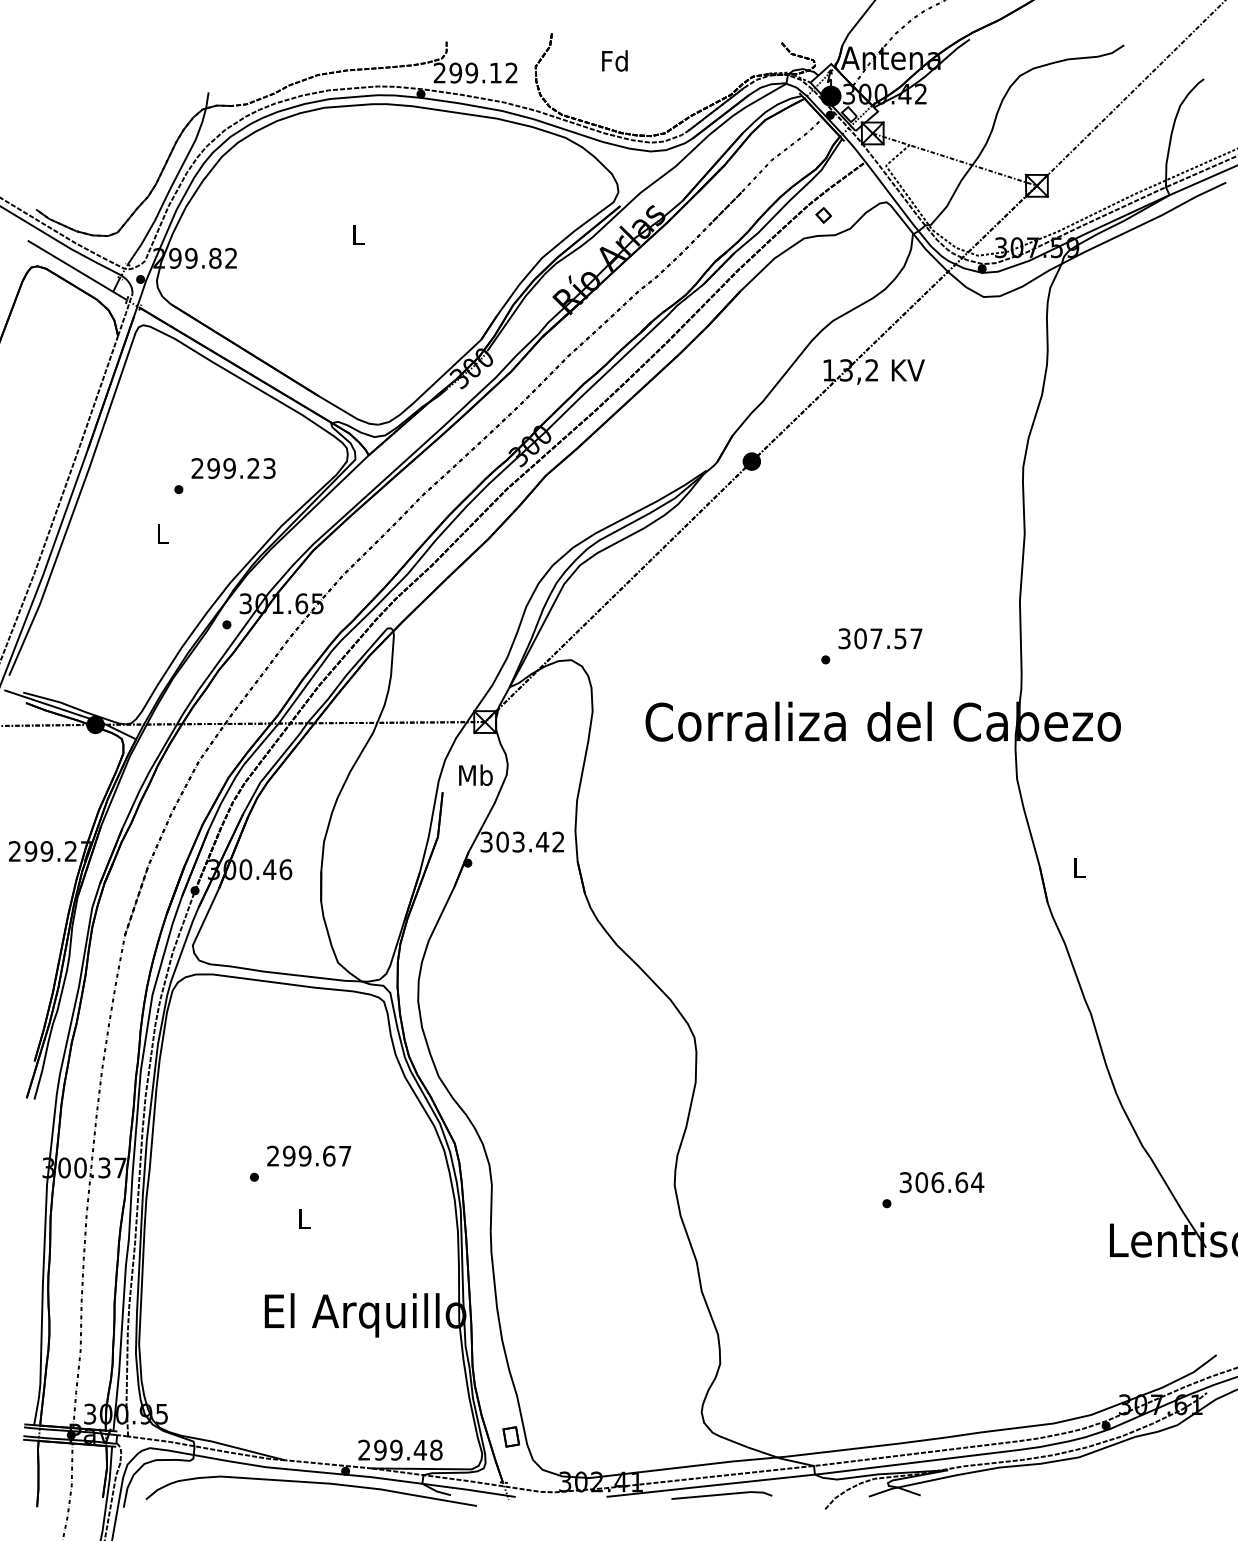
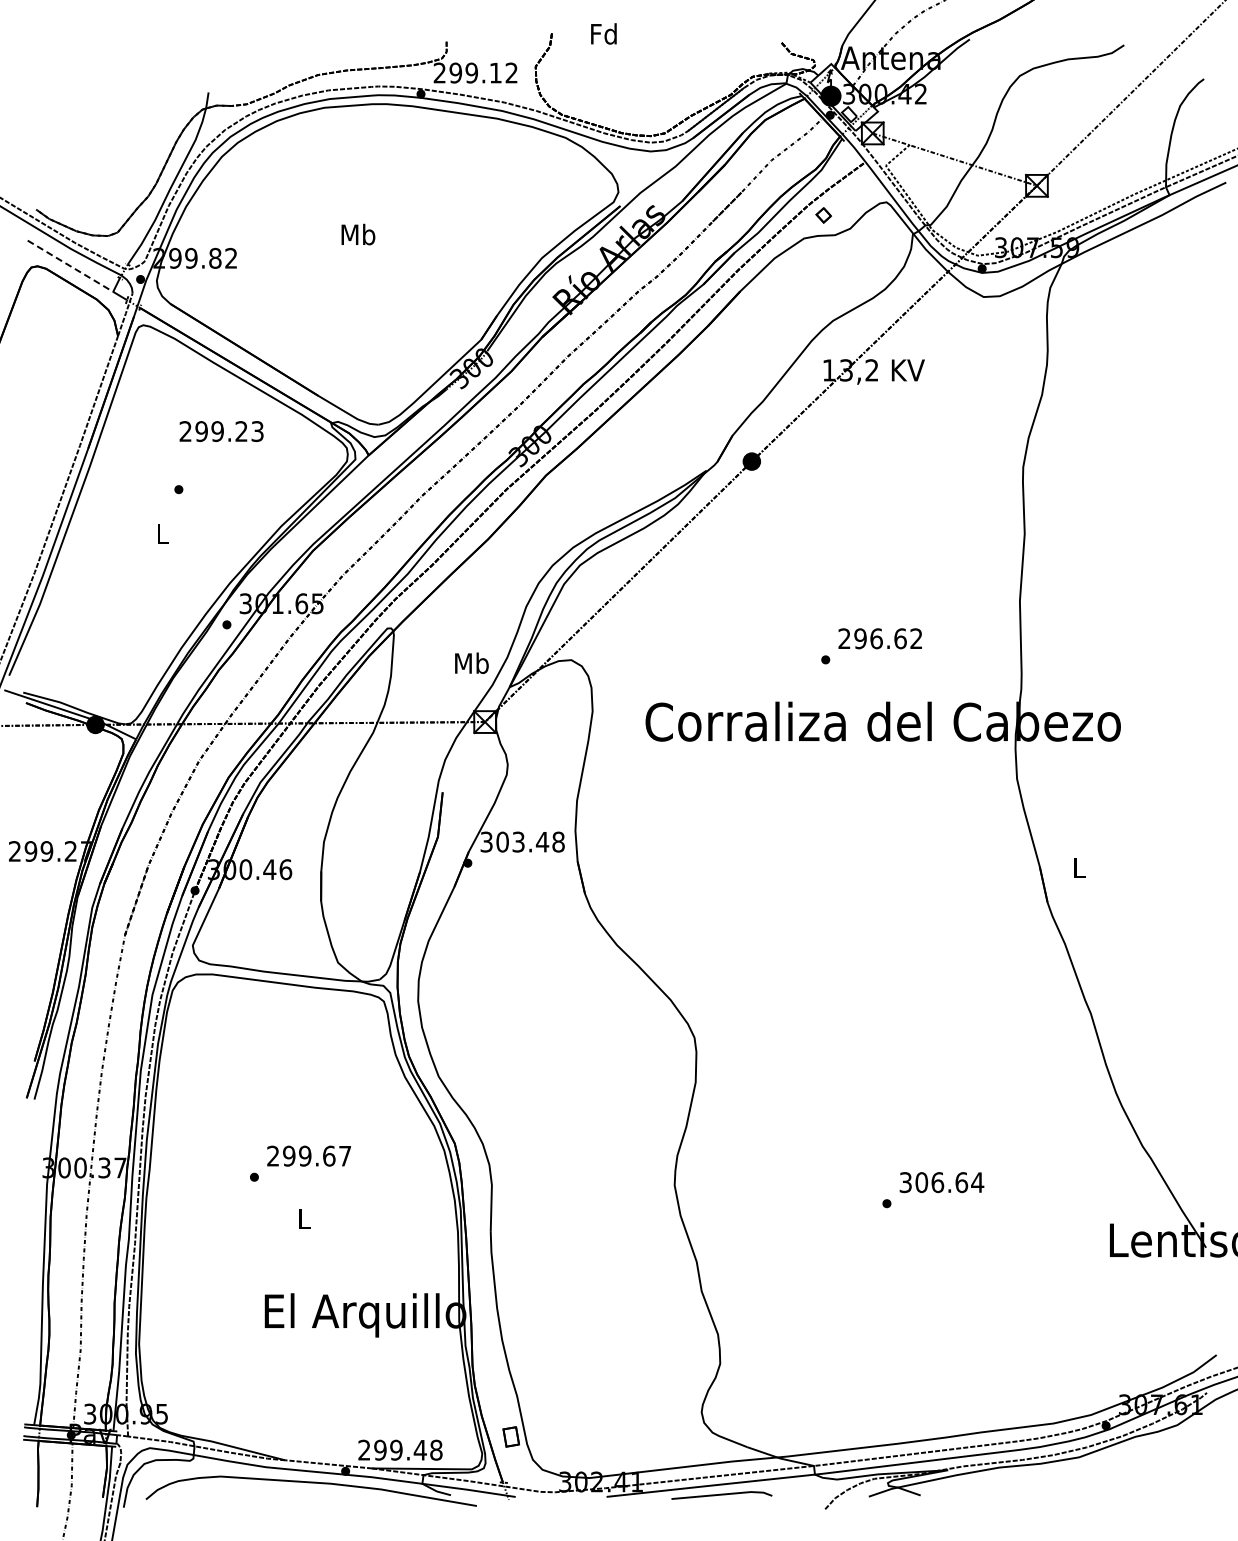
text at (614, 60) position: (614, 60) -> (603, 33)
text at (358, 234): L -> Mb
line at (70, 266): solid -> dashed
text at (233, 468) position: (233, 468) -> (221, 431)
text at (880, 638): 307.57 -> 296.62
text at (475, 774) position: (475, 774) -> (471, 662)
text at (558, 841): 303.42 -> 303.48
